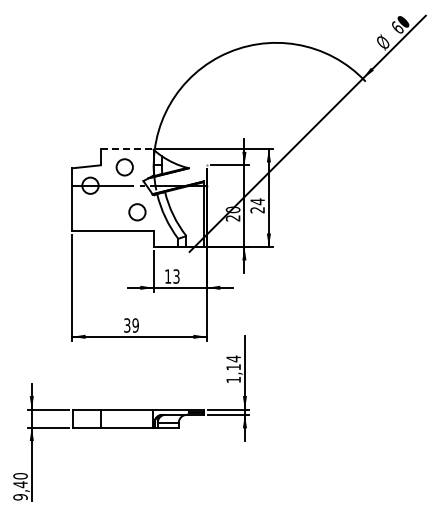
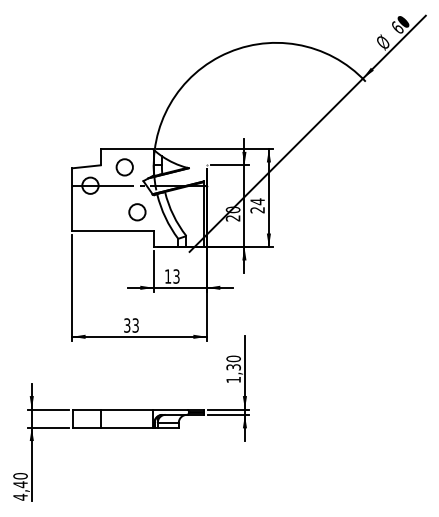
line at (127, 149): dashed -> solid
text at (135, 325): 39 -> 33
text at (233, 362): 1,14 -> 1,30
text at (20, 496): 9,40 -> 4,40
